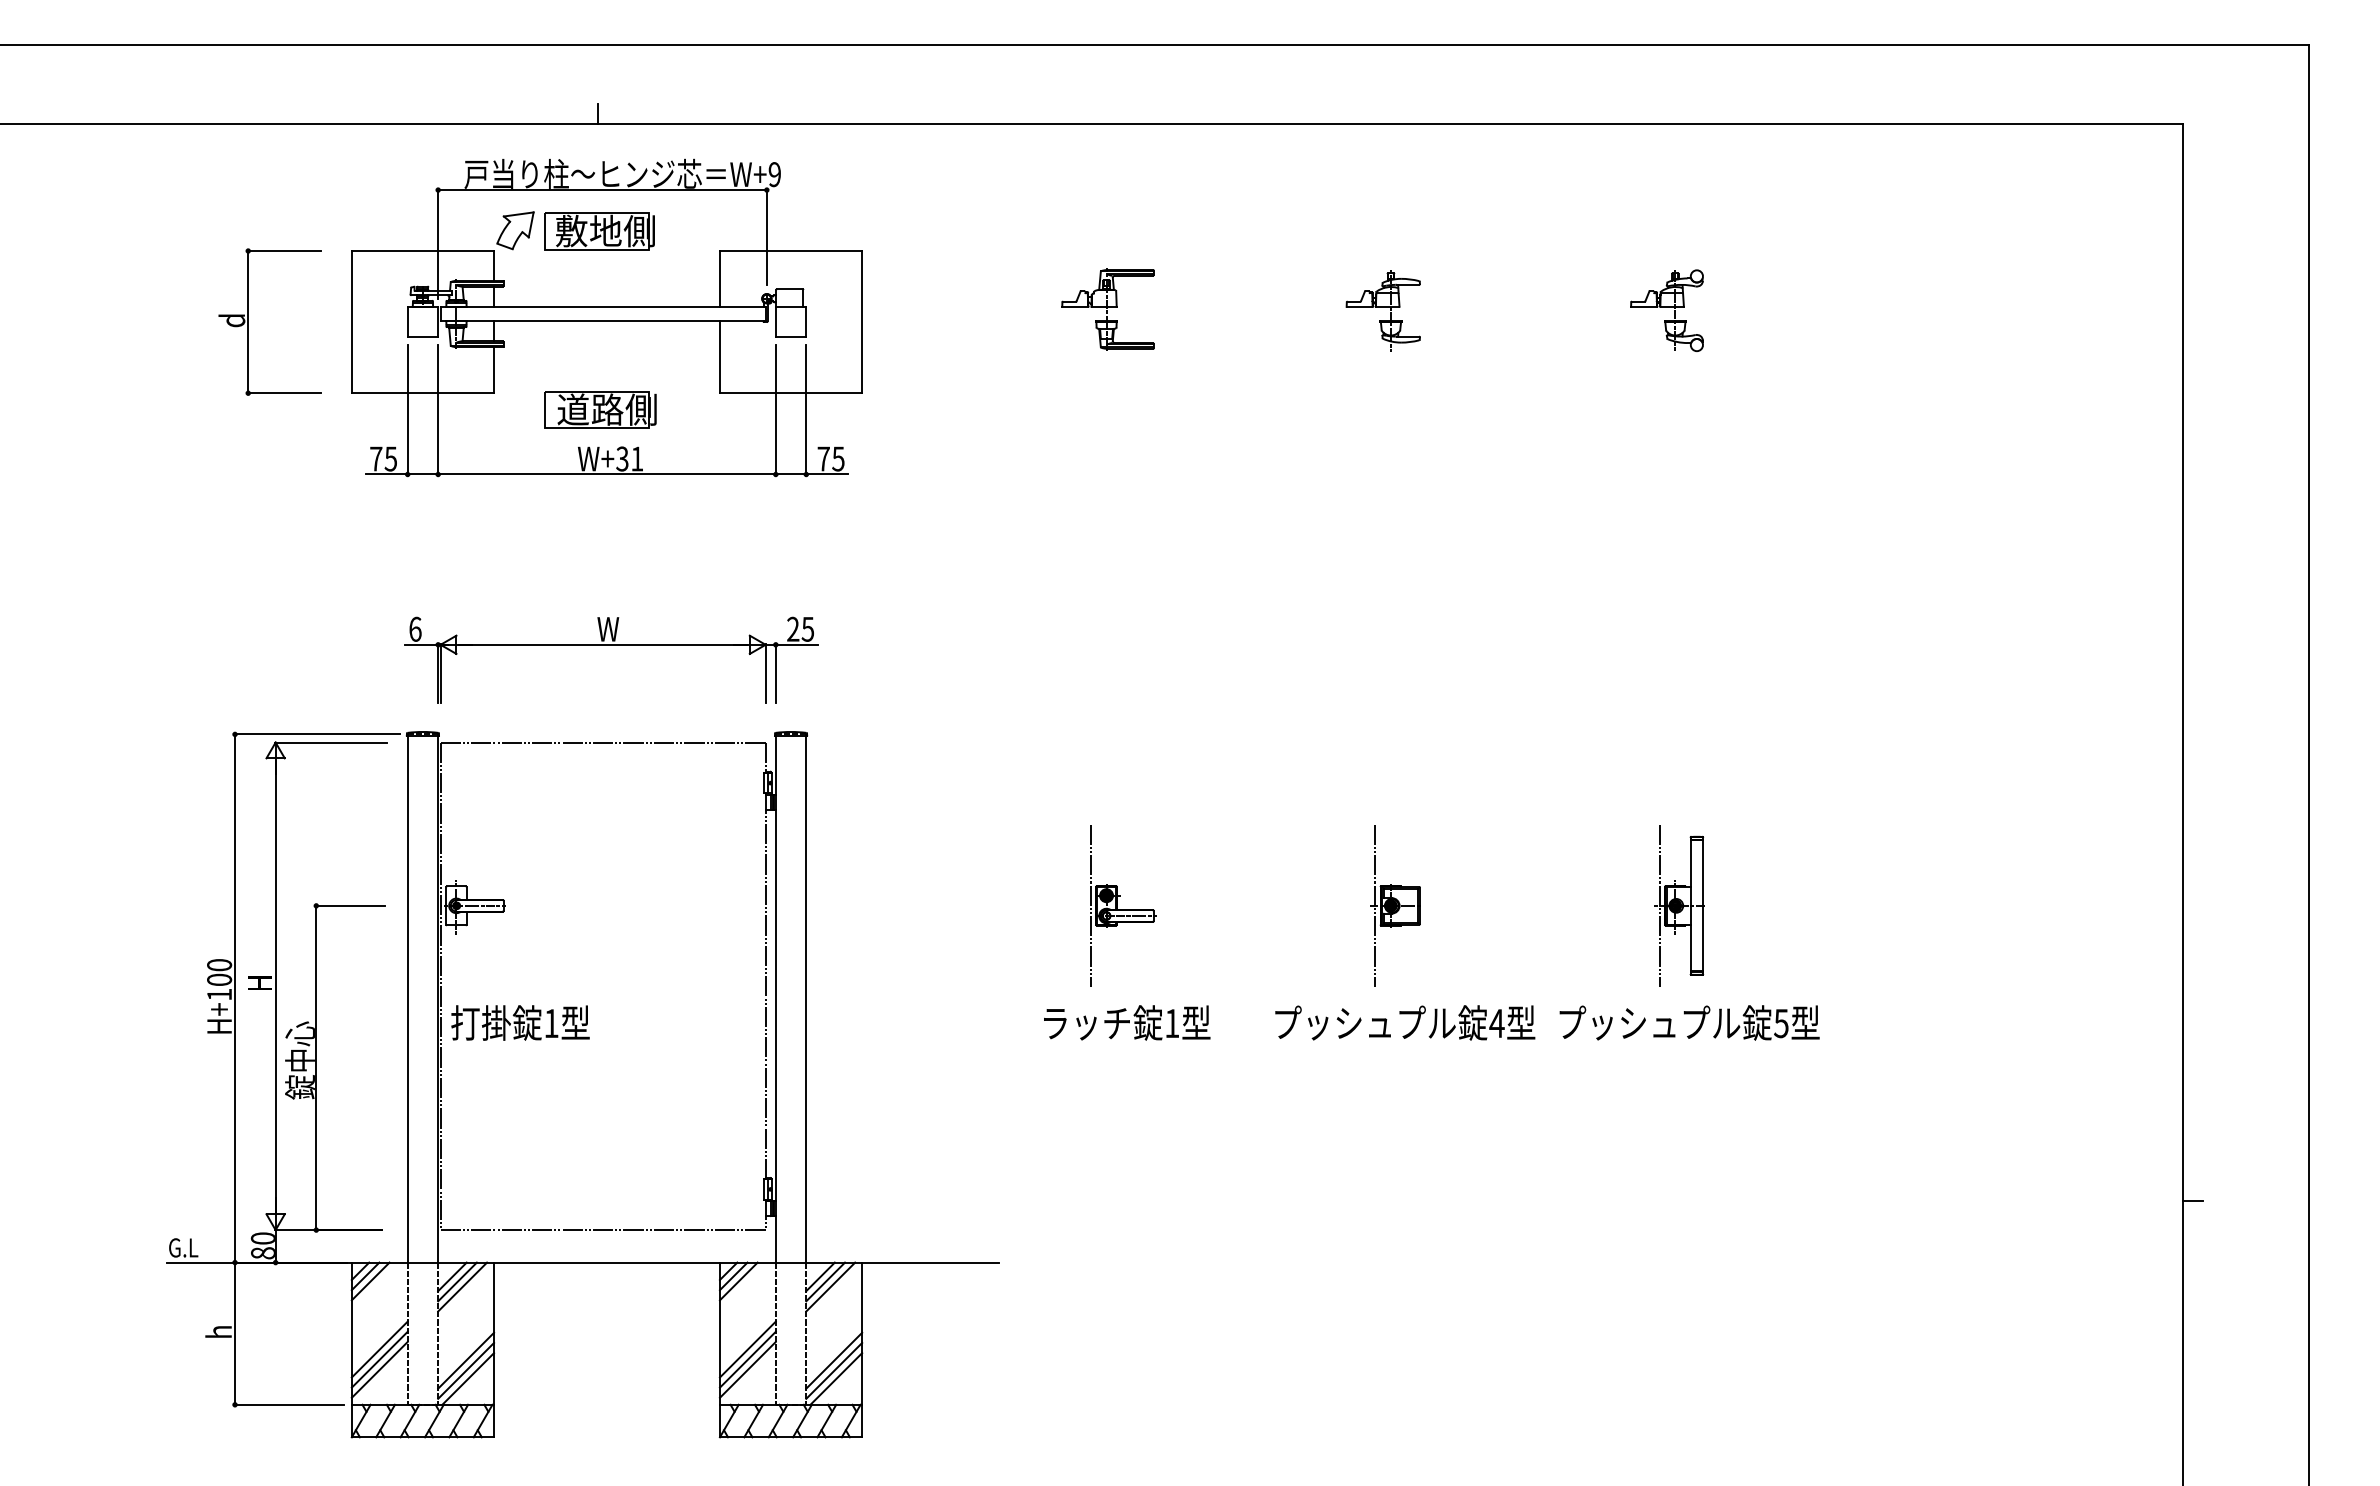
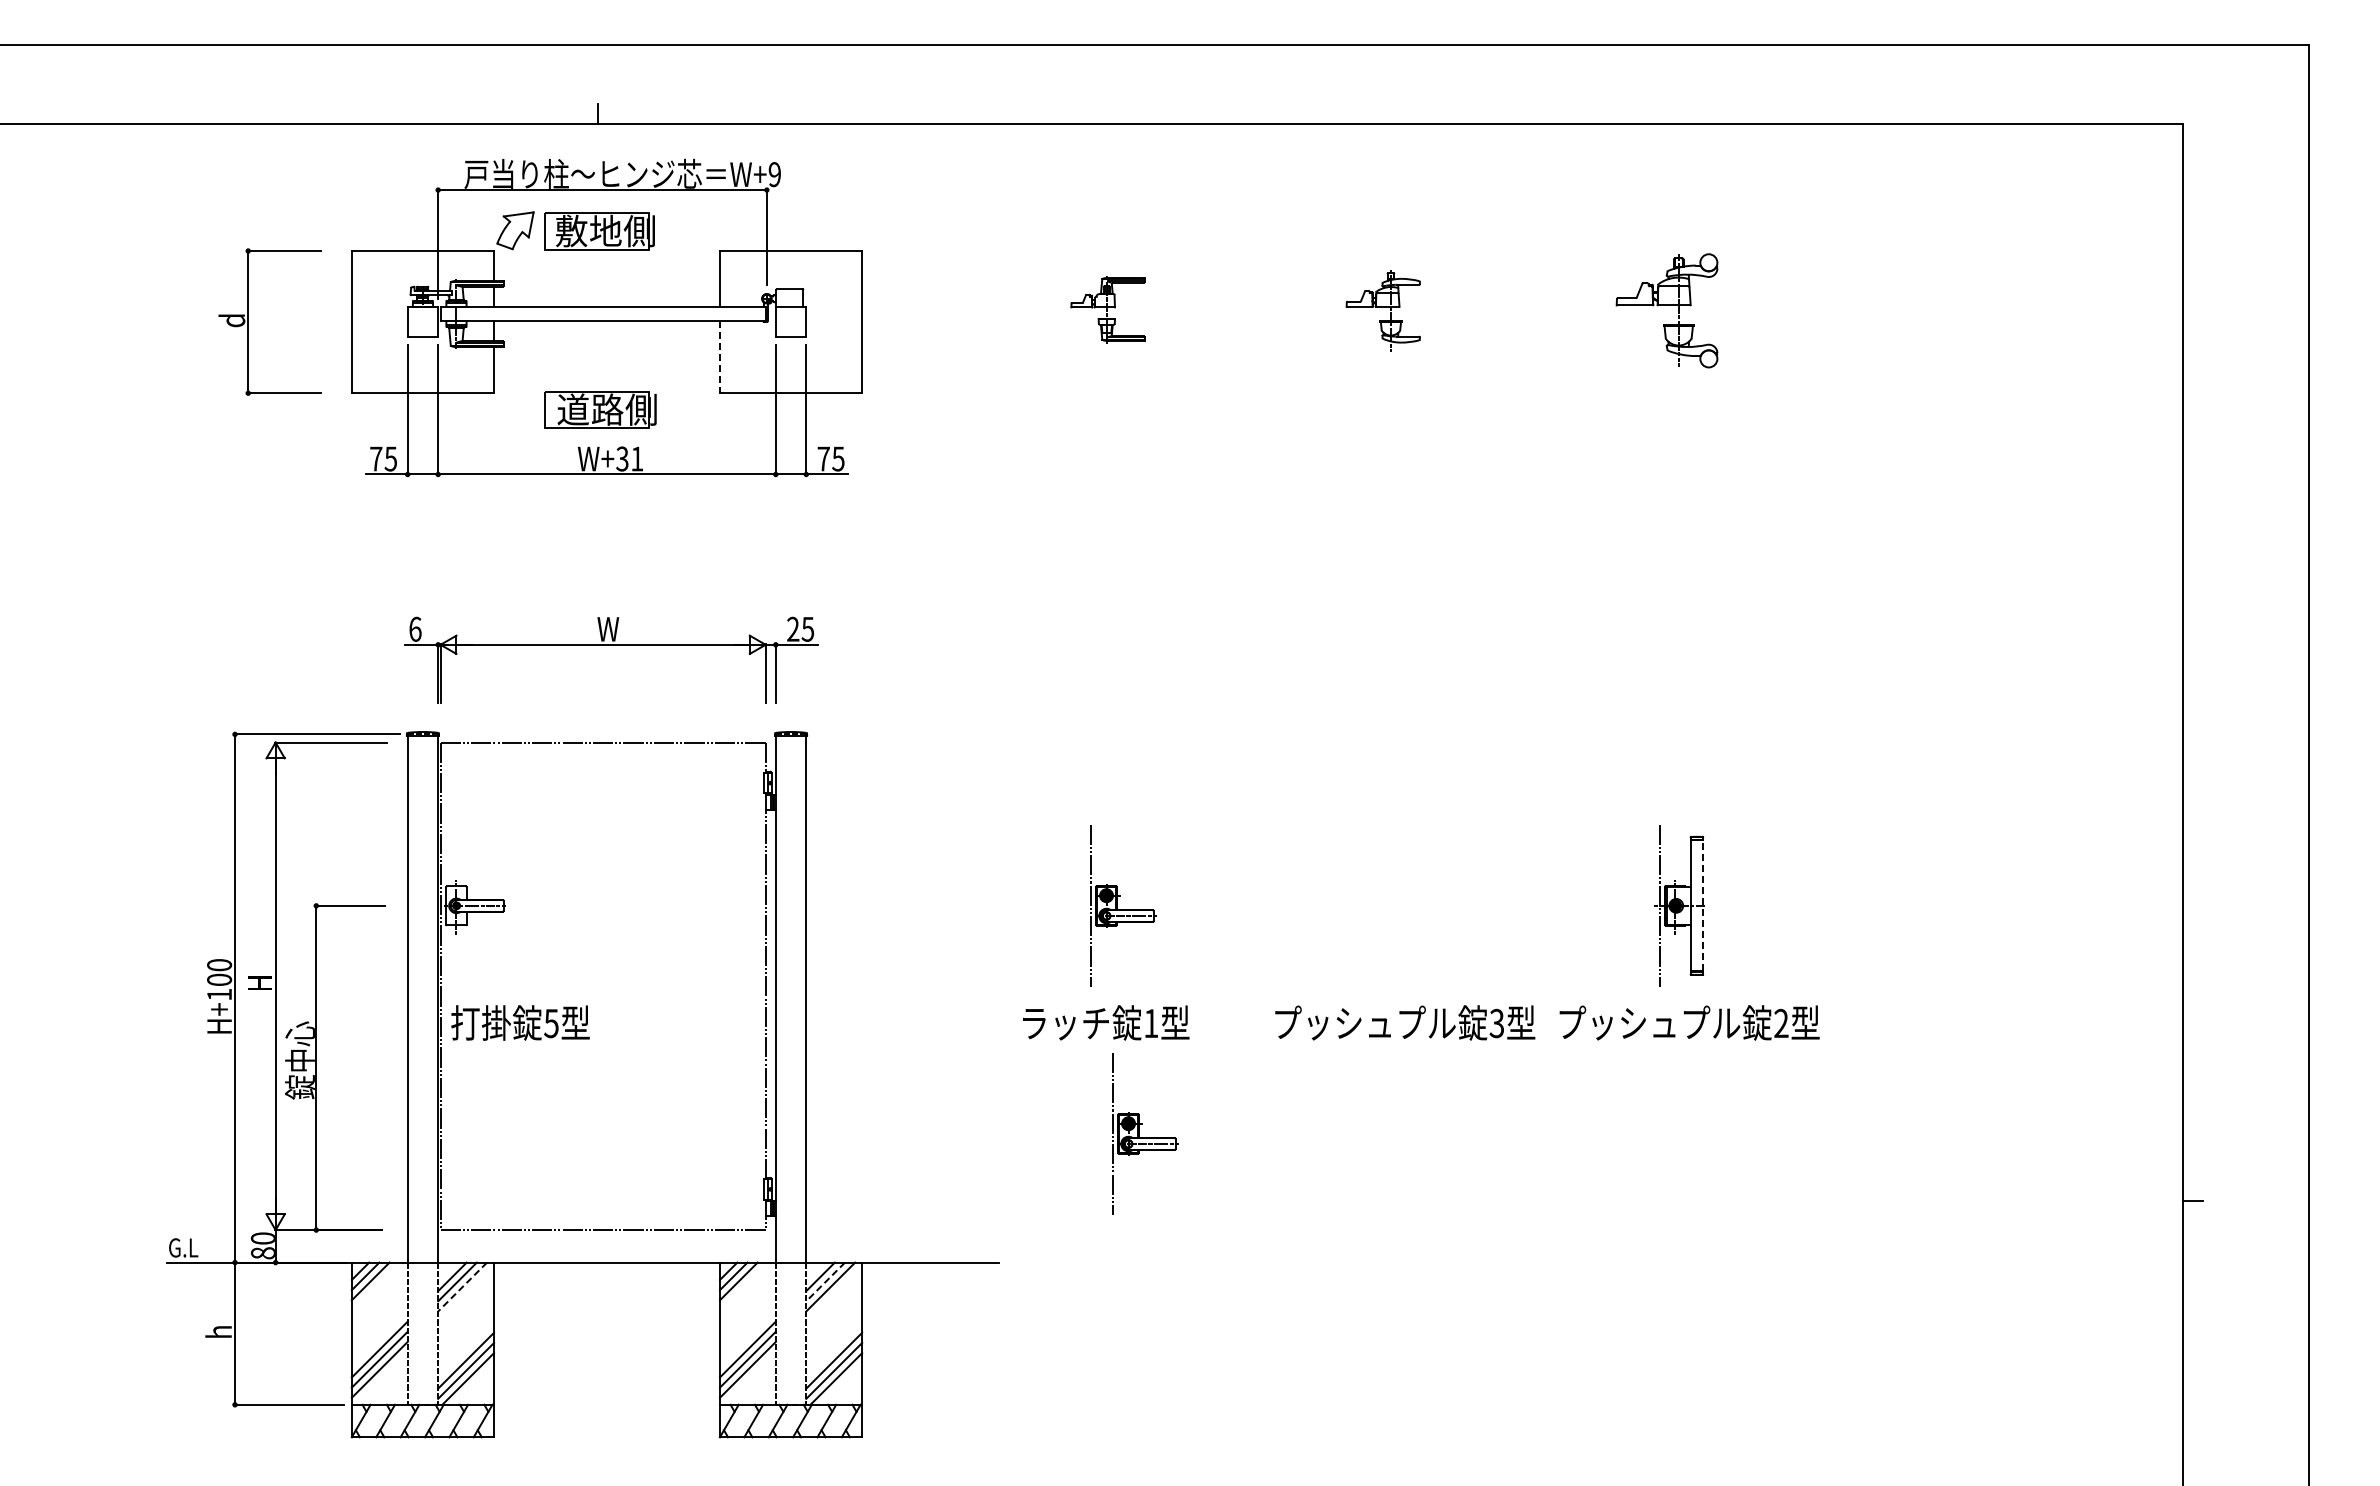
part at (1107, 309) size: 94x83 px -> 76x68 px
part at (1666, 310) size: 74x83 px -> 104x116 px
line at (719, 357): solid -> dashed
part at (1395, 905): present -> none
line at (1703, 905): solid -> dashed
text at (1127, 1022) position: (1127, 1022) -> (1106, 1022)
text at (551, 1023): 1 -> 5
text at (1496, 1023): 4 -> 3
text at (1781, 1023): 5 -> 2
part at (1145, 1133): none -> present
line at (825, 1282): solid -> dashed
line at (462, 1287): solid -> dashed
